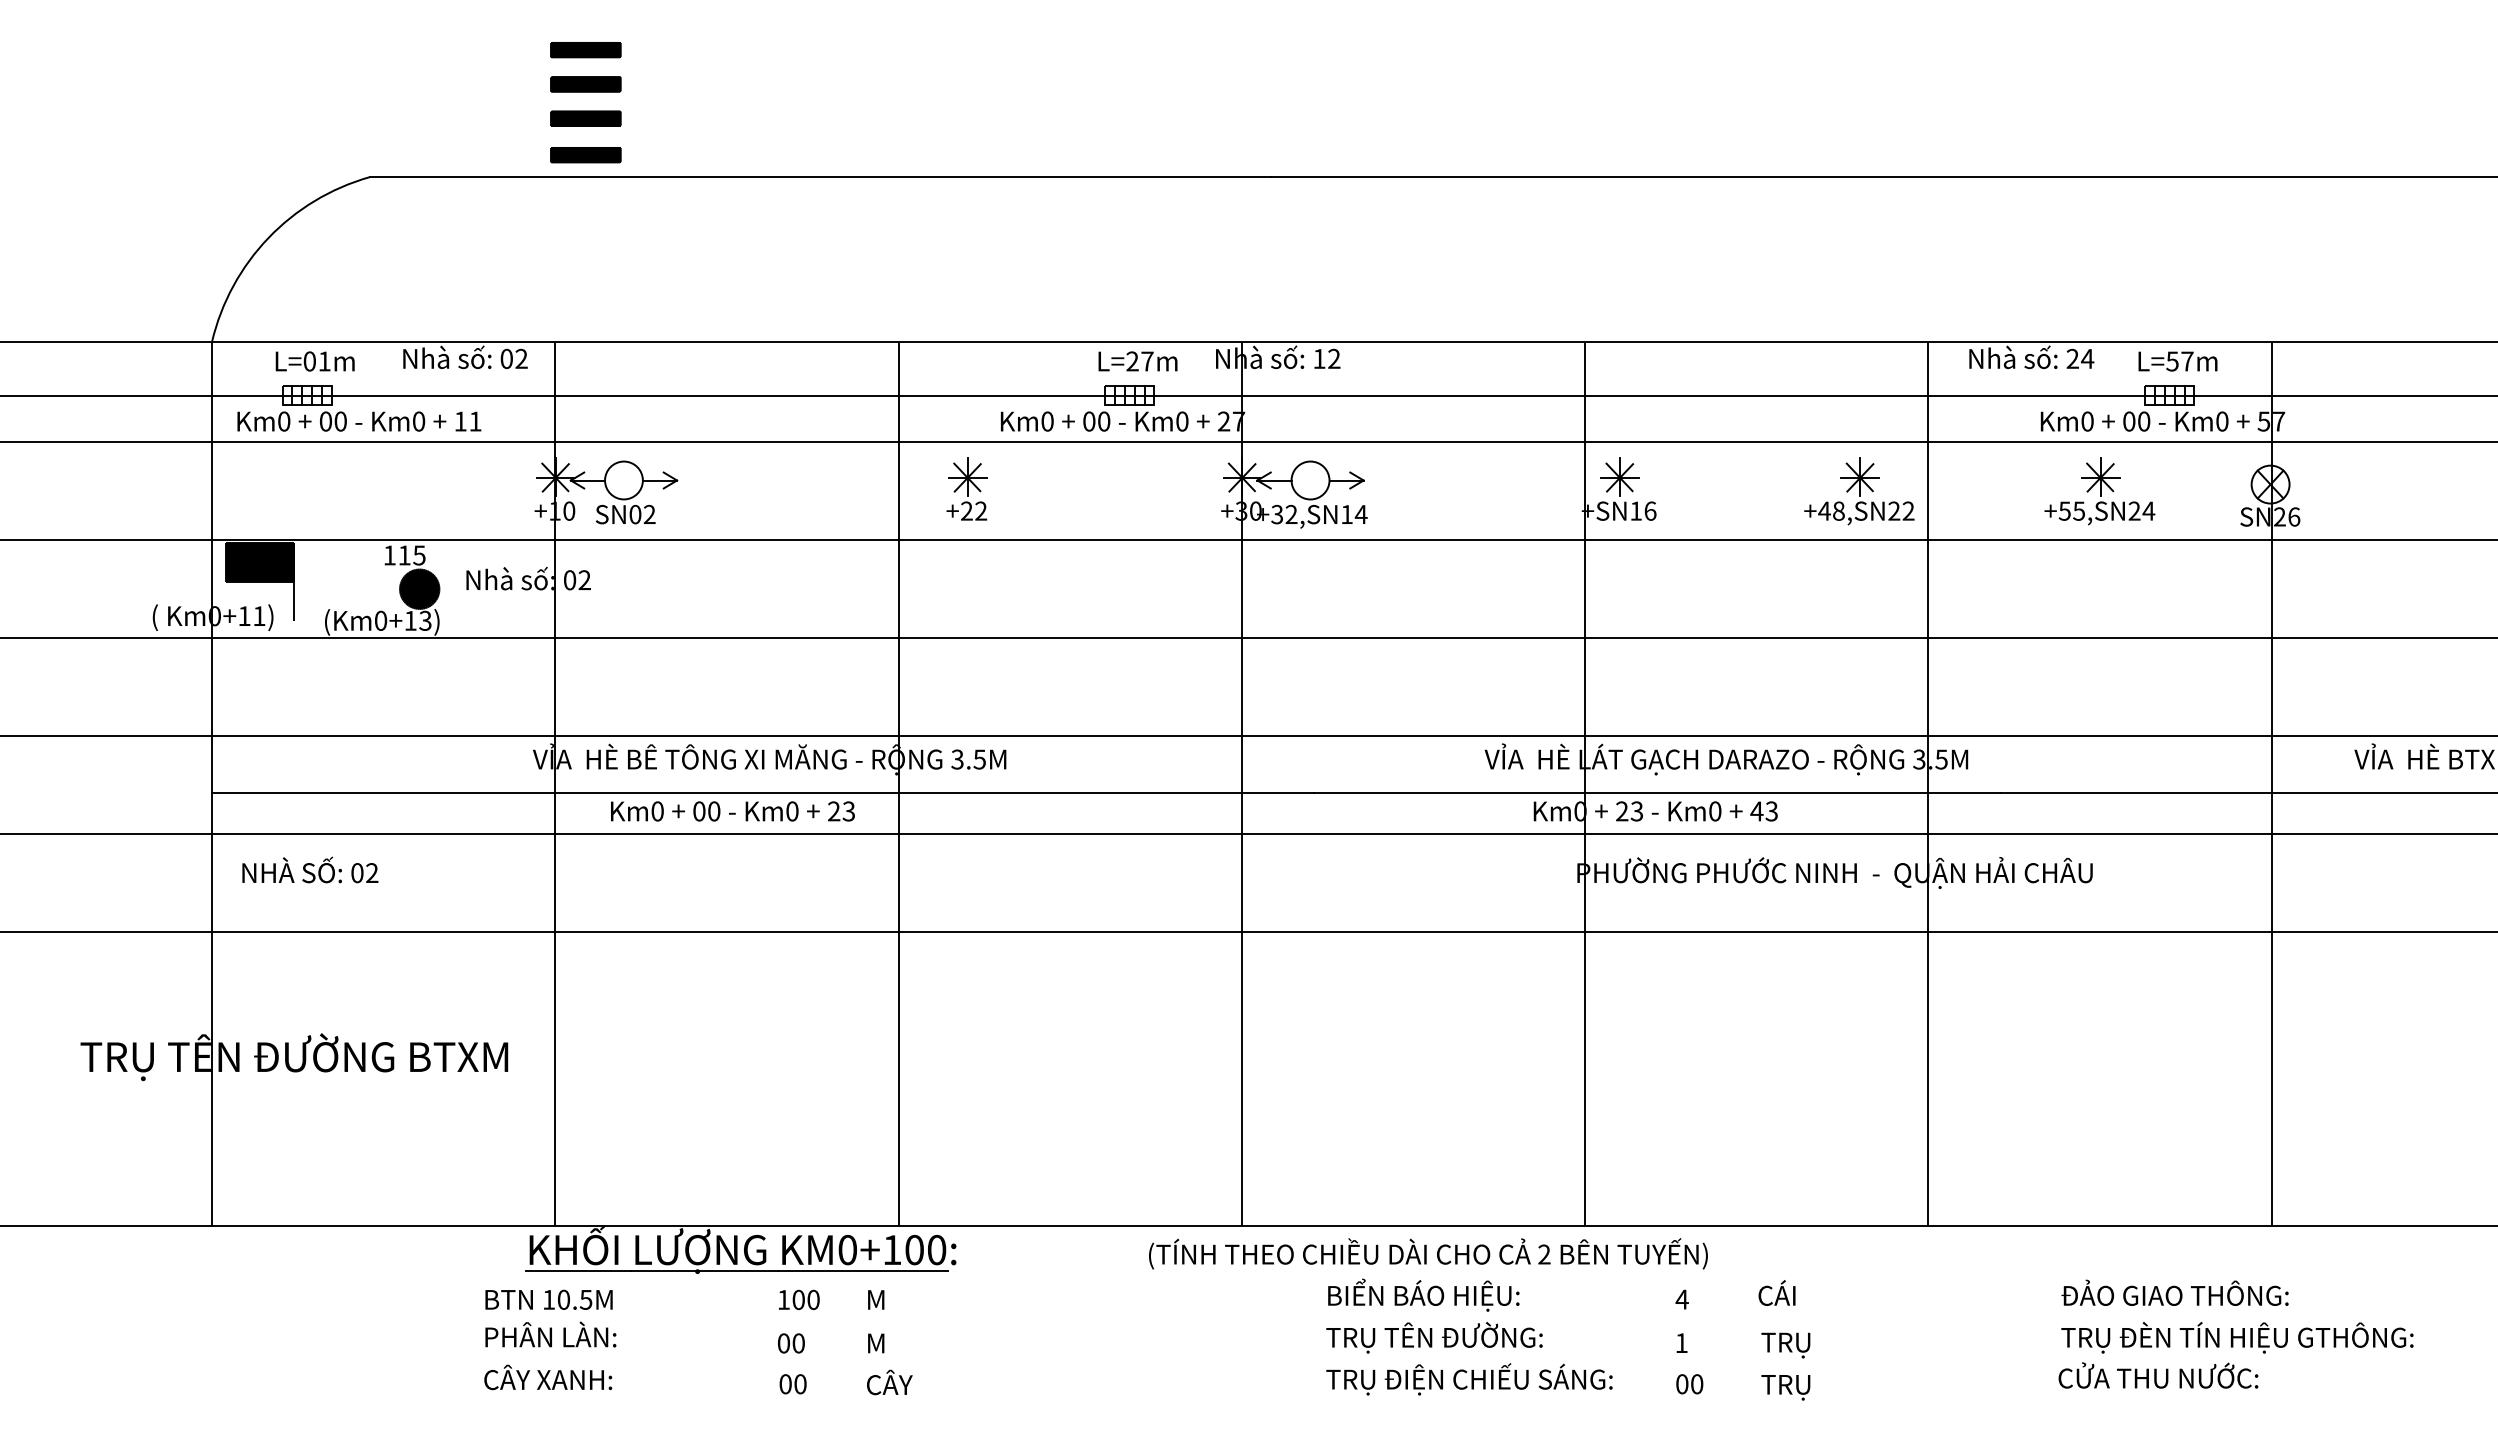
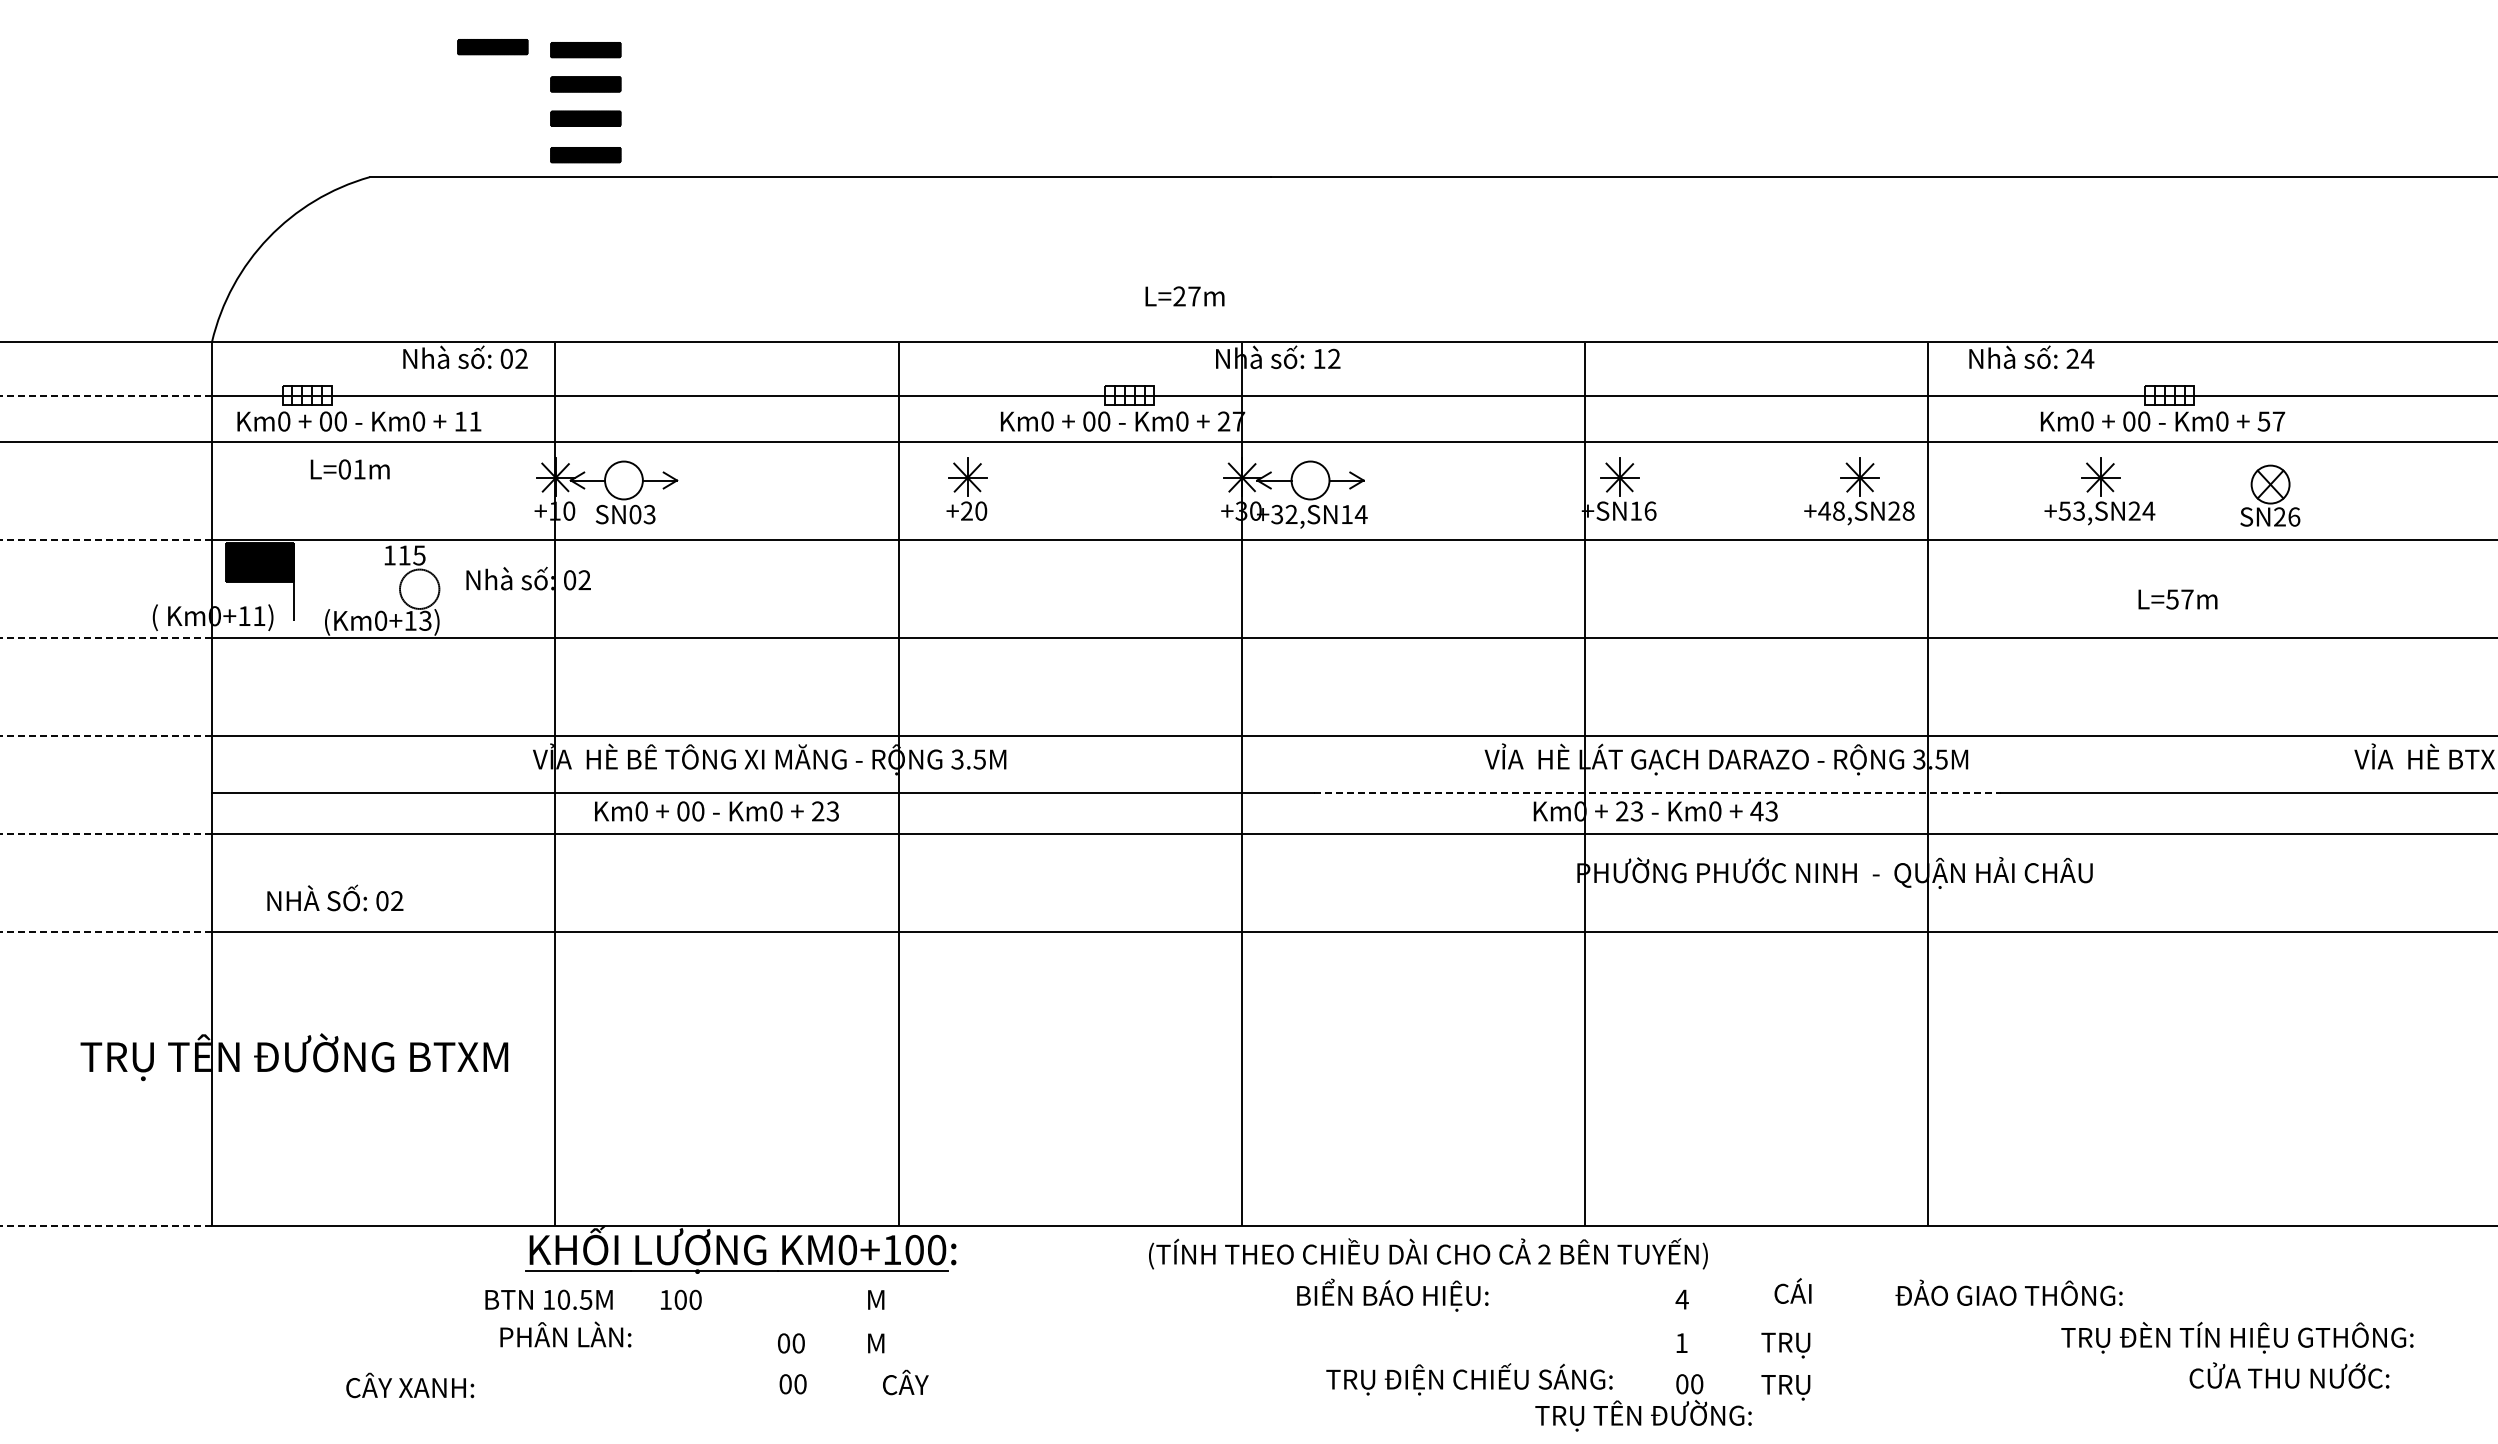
part at (492, 47): none -> present
text at (314, 361) position: (314, 361) -> (349, 469)
text at (1137, 361) position: (1137, 361) -> (1184, 296)
text at (2177, 361) position: (2177, 361) -> (2177, 599)
line at (106, 395): solid -> dashed
text at (981, 510): +22 -> +20
text at (1908, 510): +48,SN22 -> +48,SN28
text at (2078, 510): +55,SN24 -> +53,SN24
text at (649, 514): SN02 -> SN03
line at (106, 539): solid -> dashed
fill at (419, 588): present -> none
line at (106, 637): solid -> dashed
line at (106, 735): solid -> dashed
line at (2271, 784): present -> none
line at (1658, 793): solid -> dashed
text at (732, 811) position: (732, 811) -> (716, 811)
line at (106, 833): solid -> dashed
text at (310, 869) position: (310, 869) -> (335, 897)
line at (106, 932): solid -> dashed
line at (106, 1226): solid -> dashed
text at (1776, 1292) position: (1776, 1292) -> (1792, 1290)
text at (2174, 1292) position: (2174, 1292) -> (2008, 1292)
text at (1423, 1294) position: (1423, 1294) -> (1392, 1294)
text at (799, 1299) position: (799, 1299) -> (681, 1299)
text at (550, 1334) position: (550, 1334) -> (565, 1334)
text at (1434, 1337) position: (1434, 1337) -> (1643, 1415)
text at (2158, 1375) position: (2158, 1375) -> (2289, 1375)
text at (548, 1377) position: (548, 1377) -> (410, 1385)
text at (889, 1382) position: (889, 1382) -> (905, 1382)
